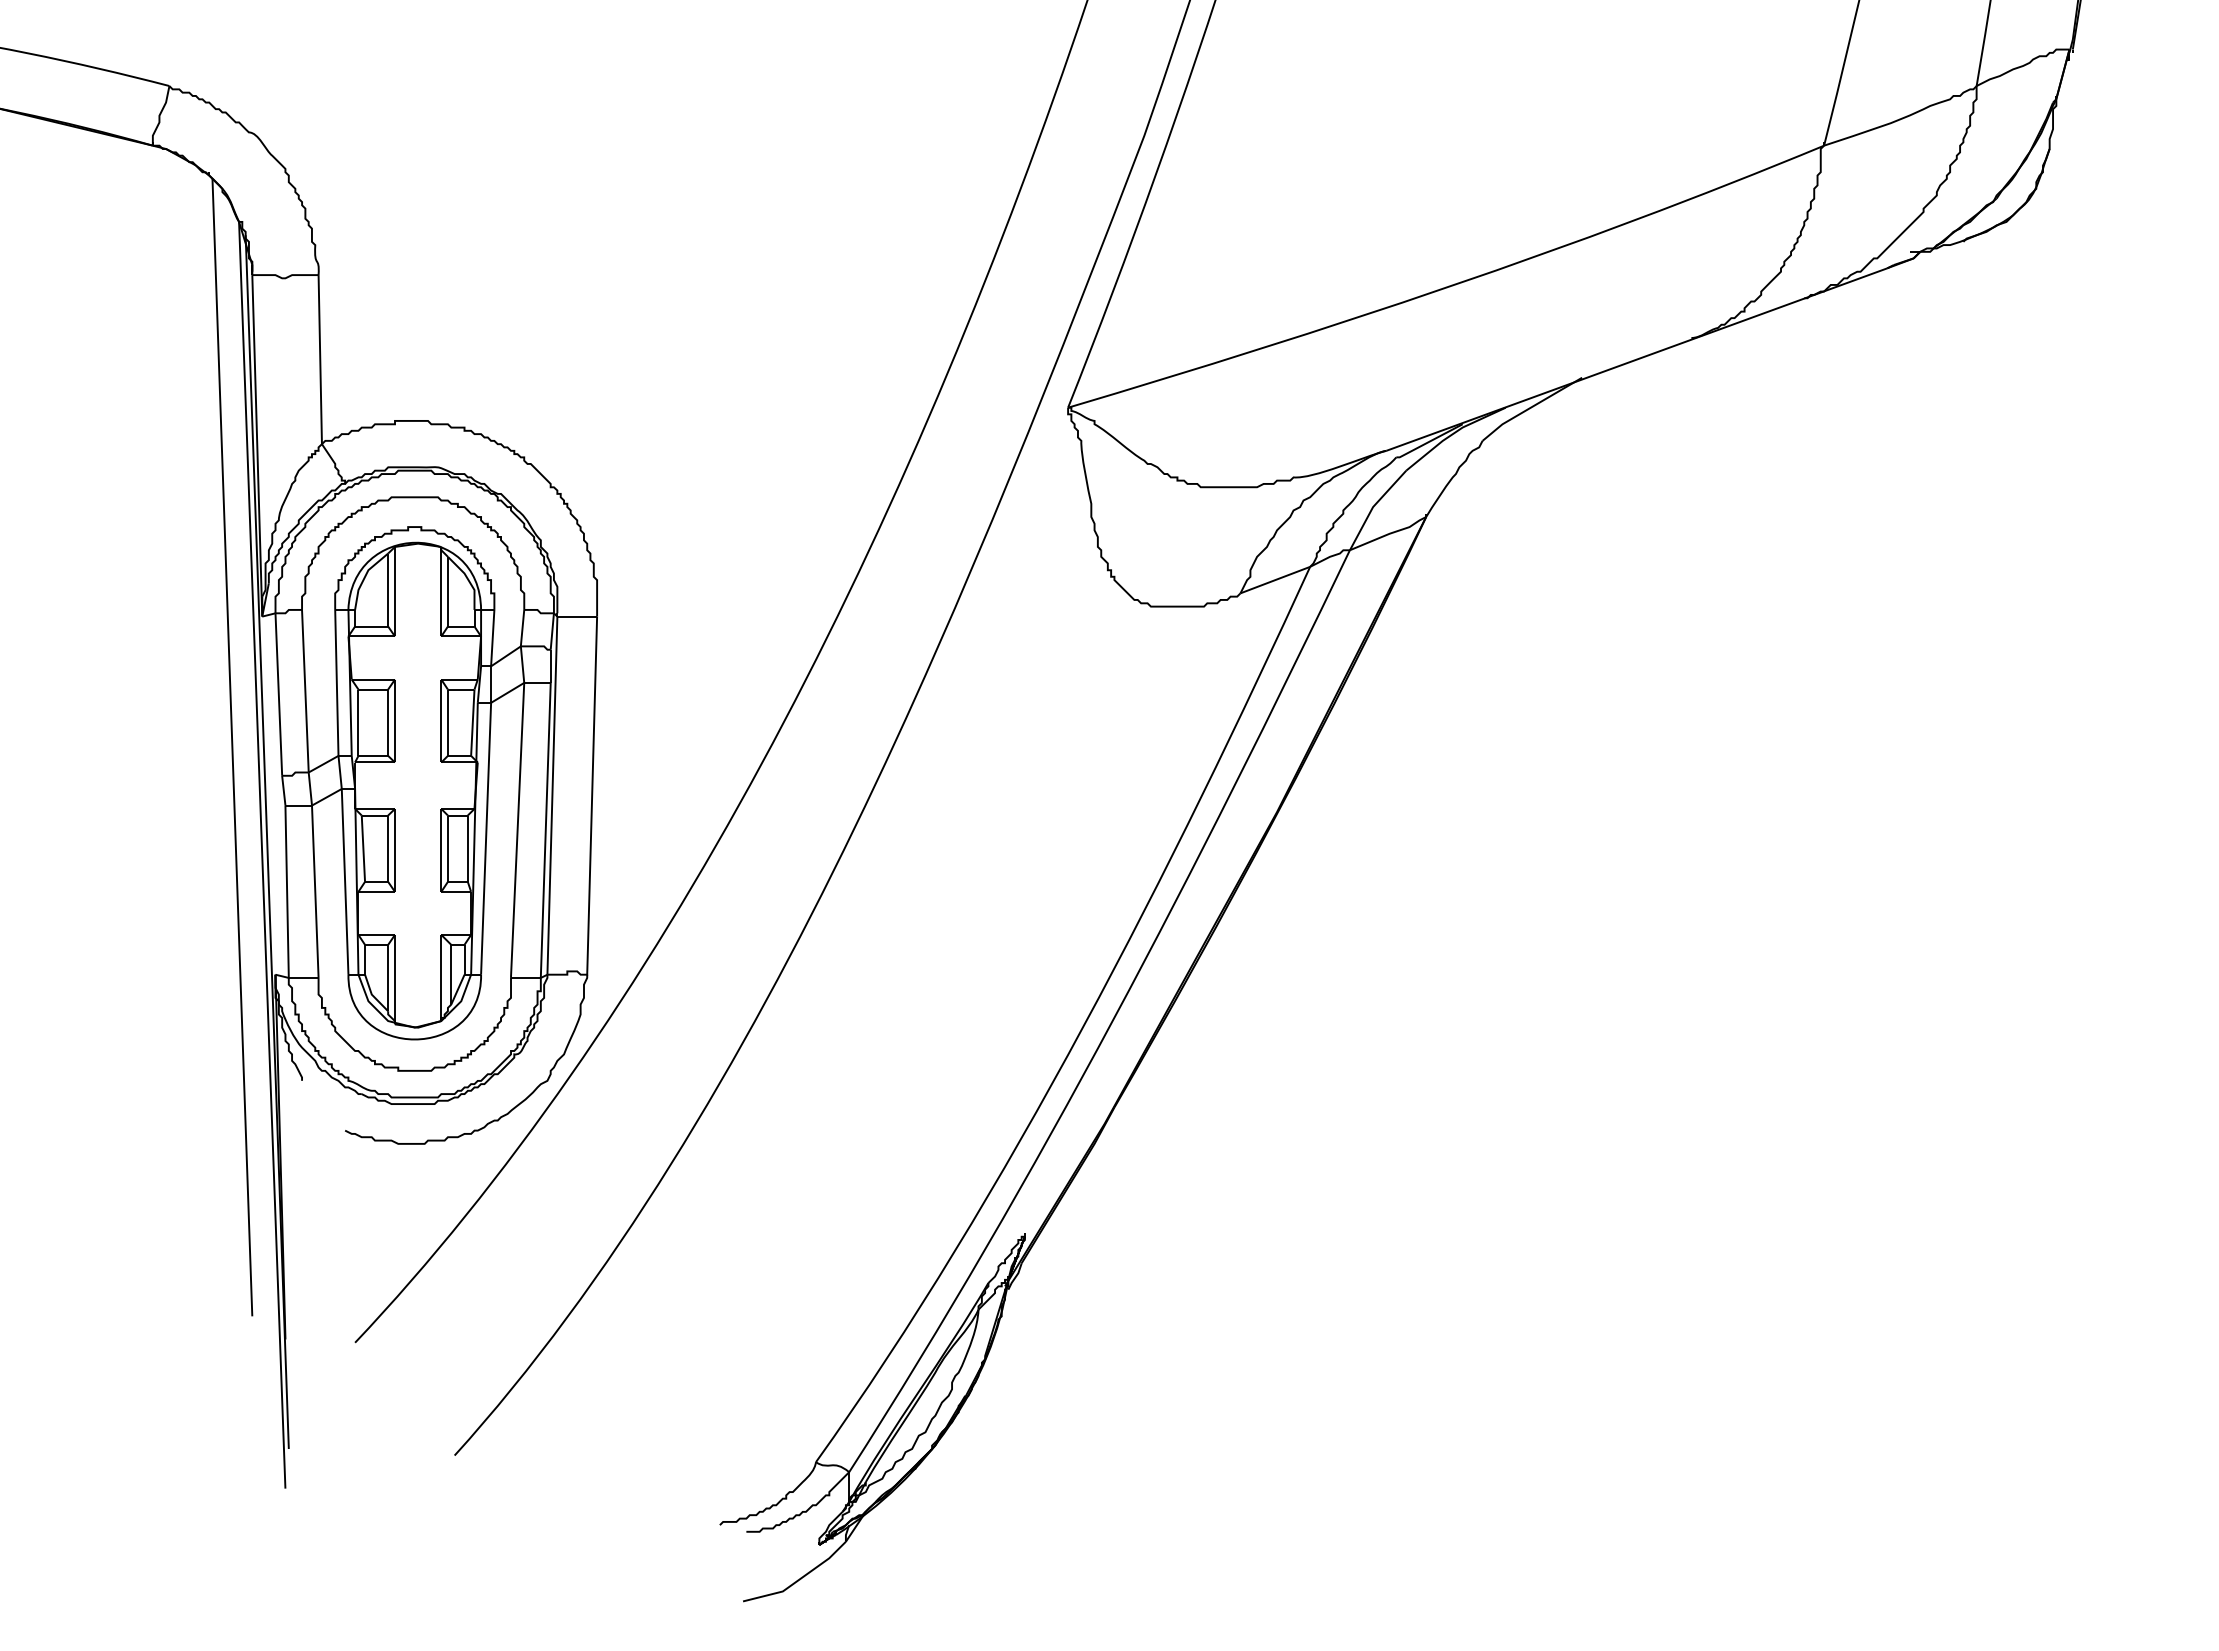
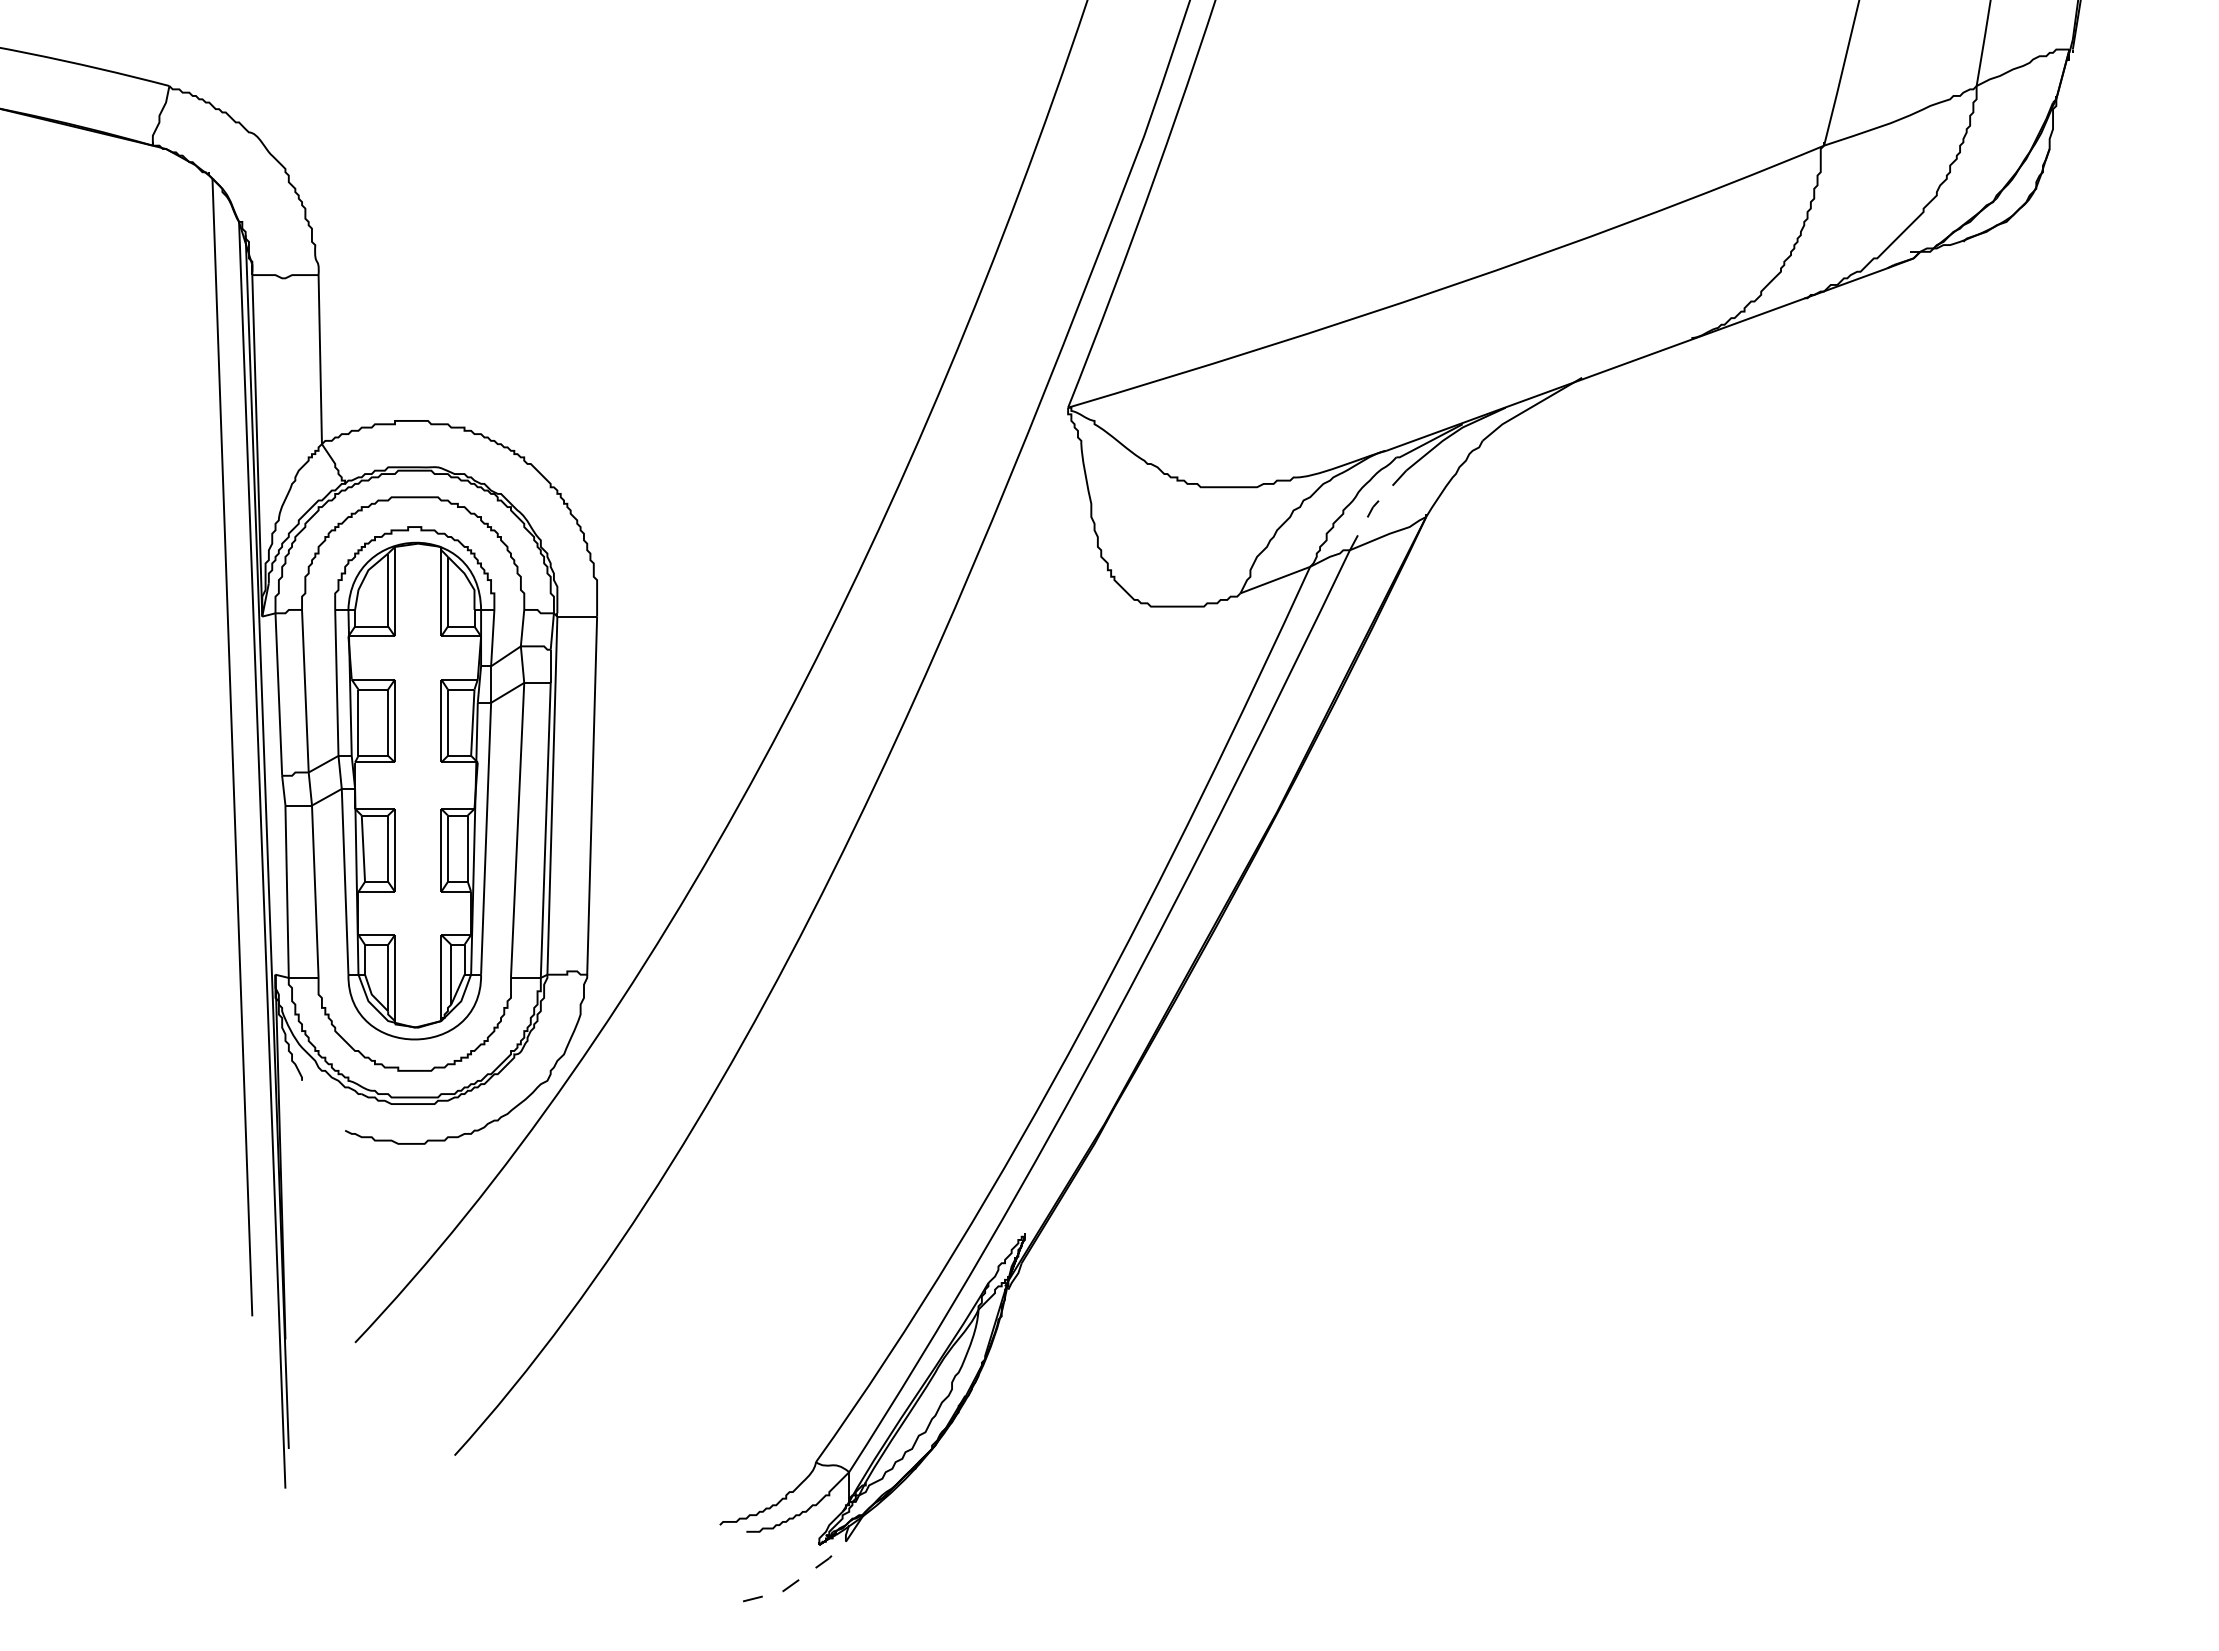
line at (1373, 507): solid -> dashed
line at (798, 1580): solid -> dashed
